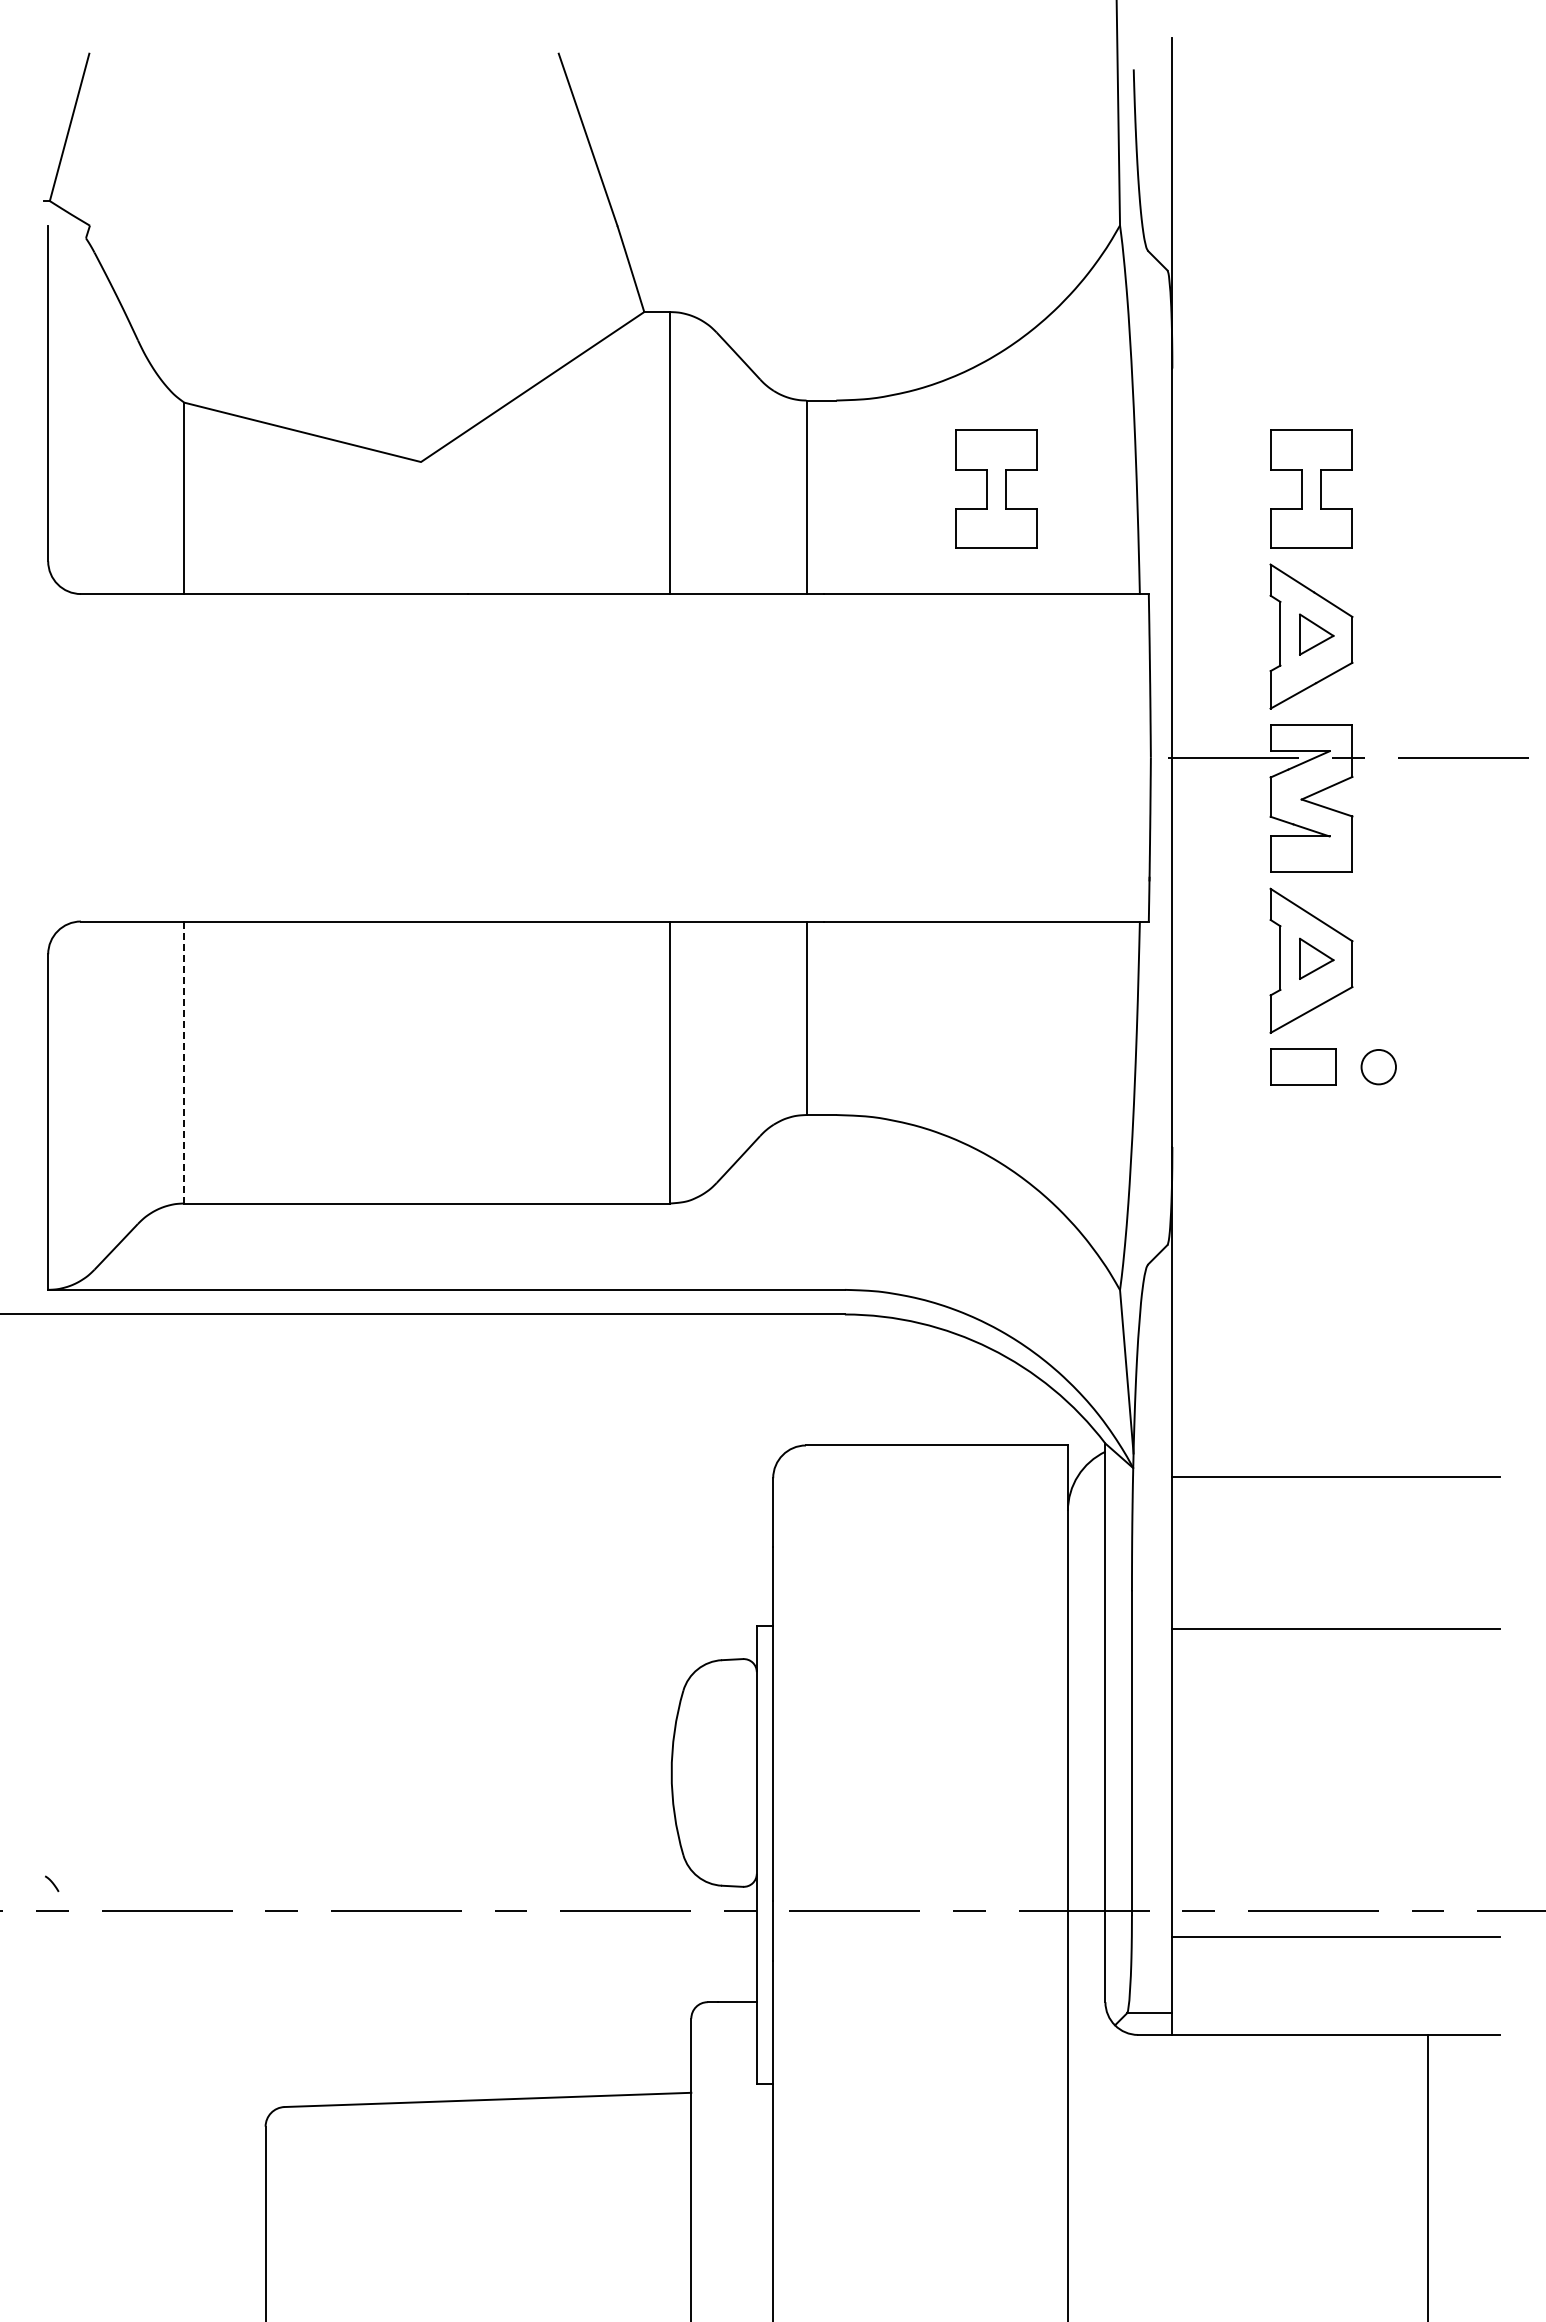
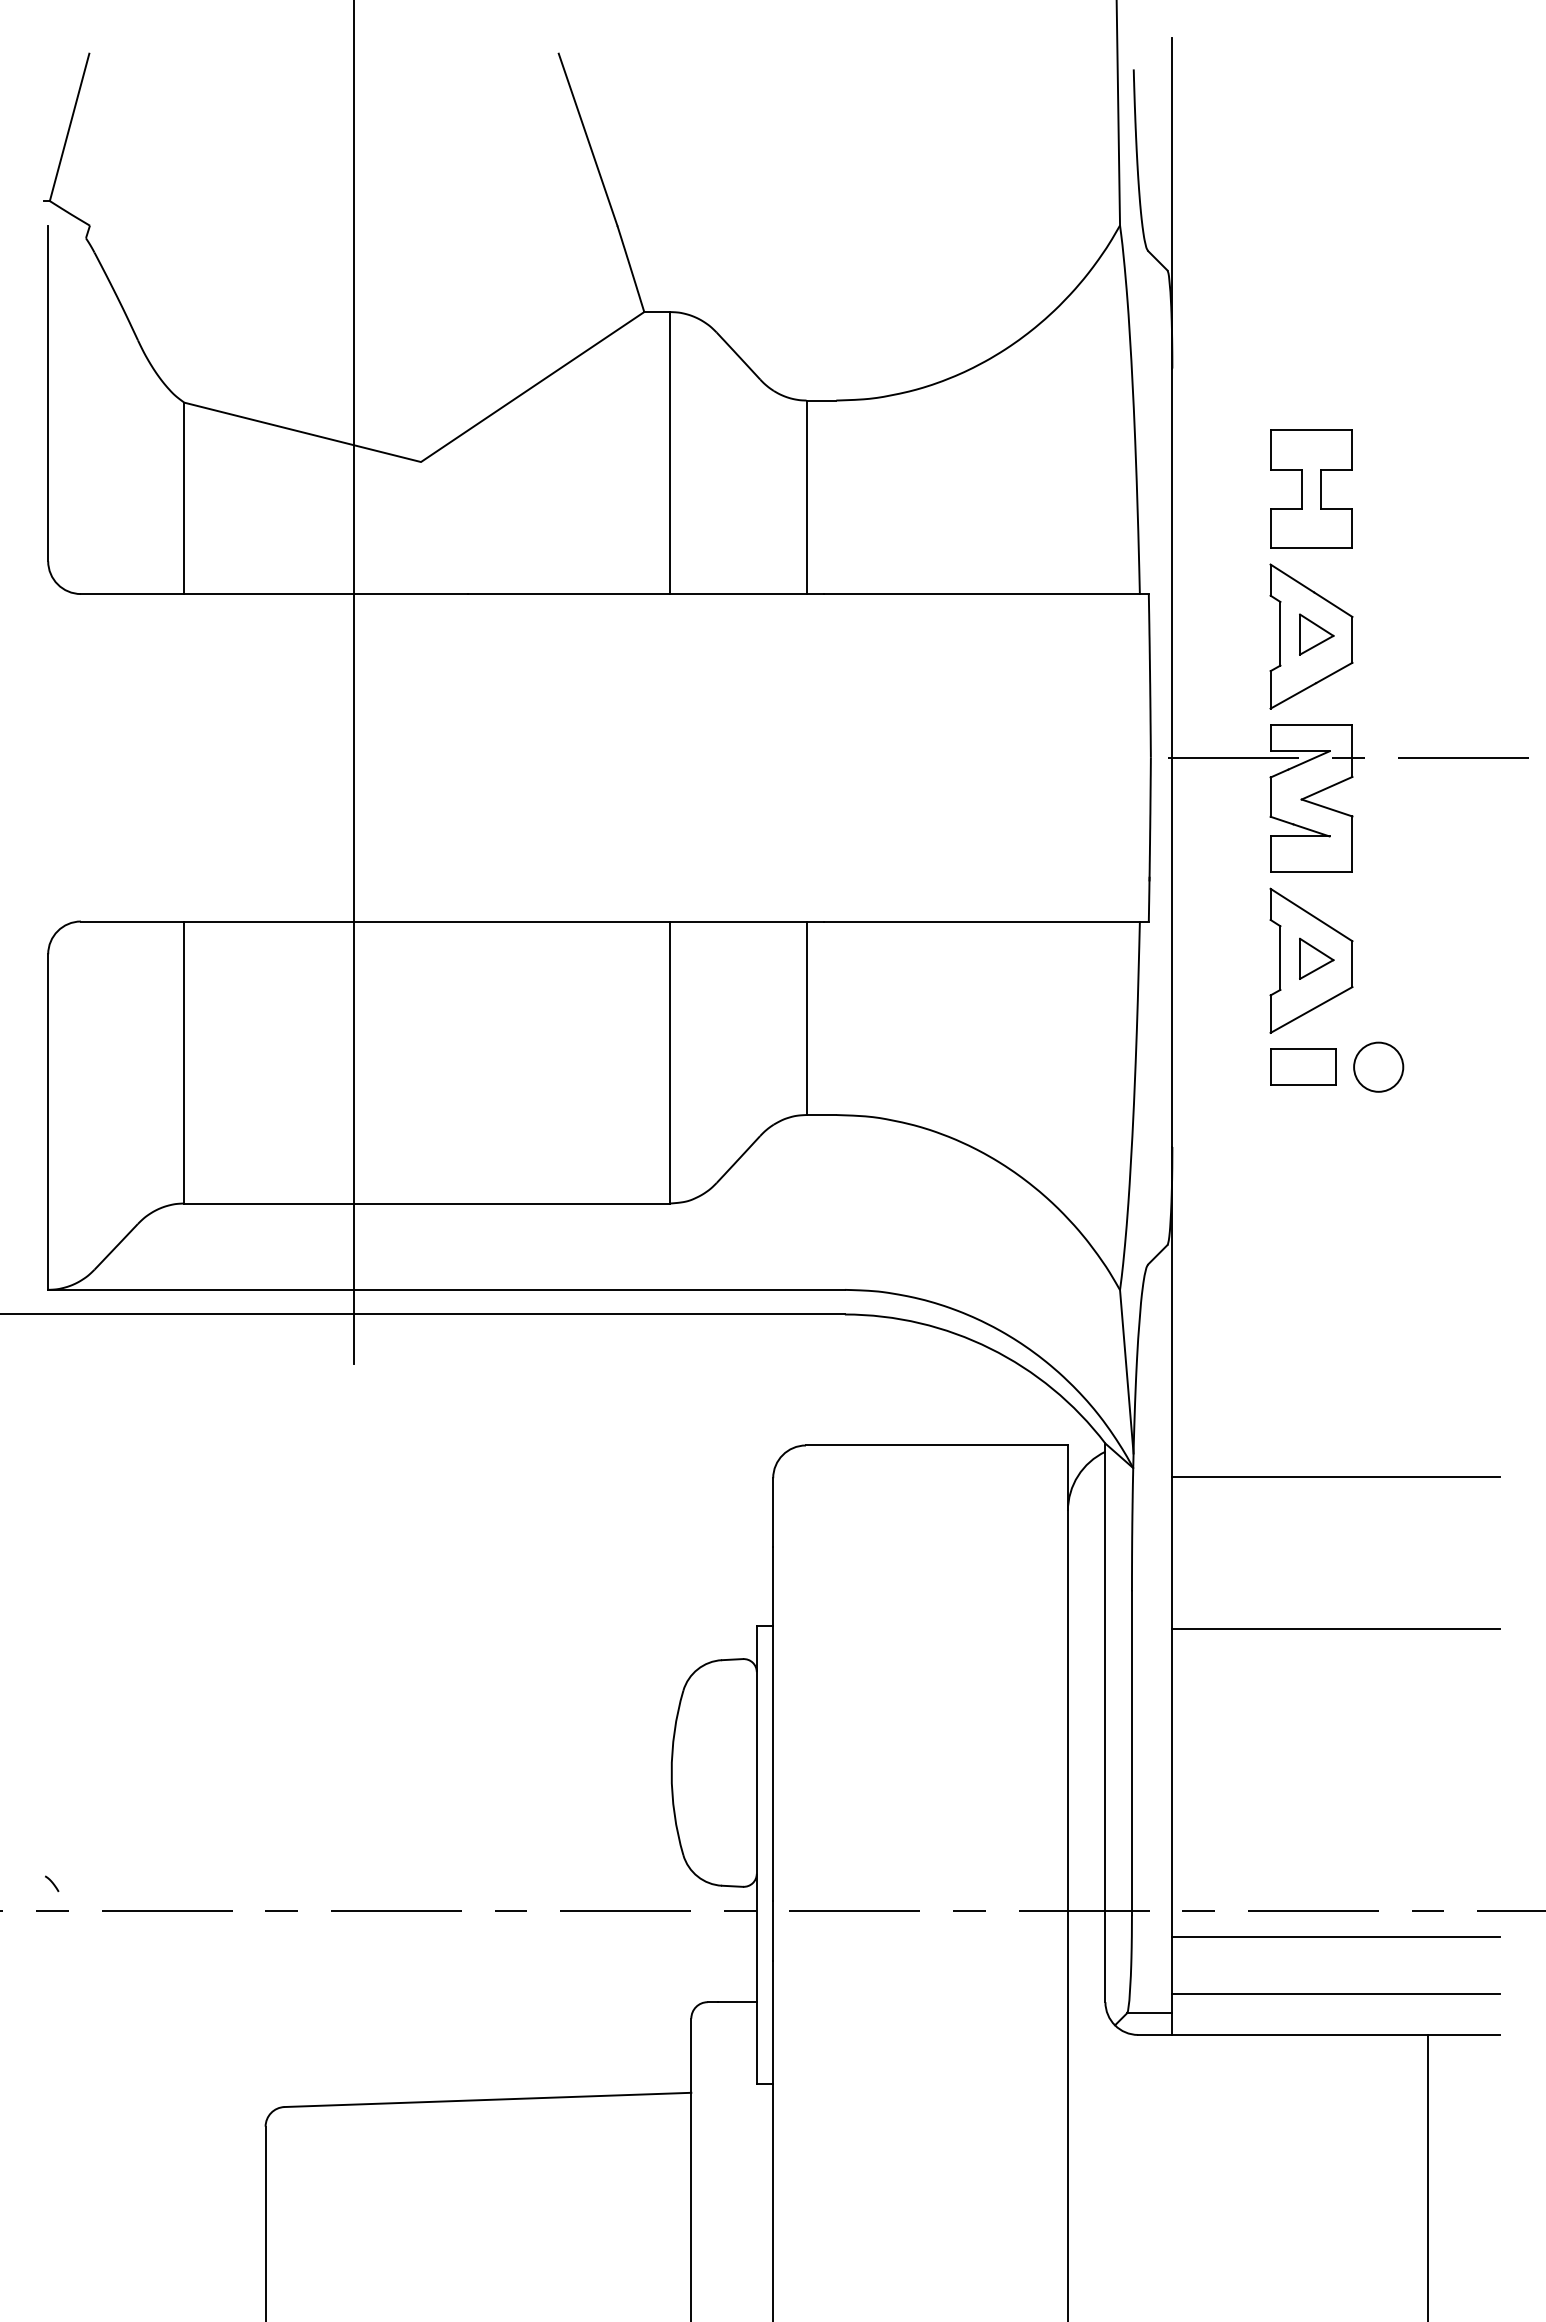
part at (996, 488): present -> none
line at (353, 682): none -> present
line at (184, 1062): dashed -> solid
circle at (1378, 1067) size: 37x37 px -> 52x52 px
line at (1335, 1993): none -> present
